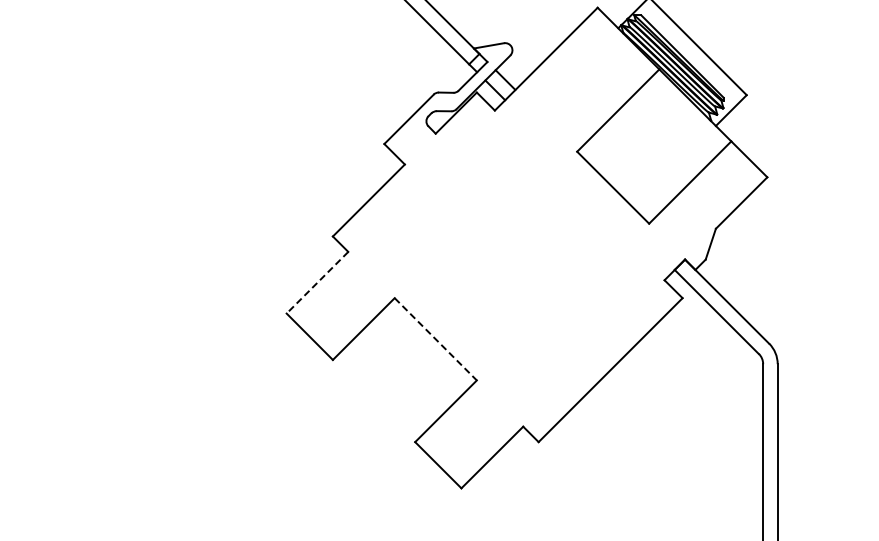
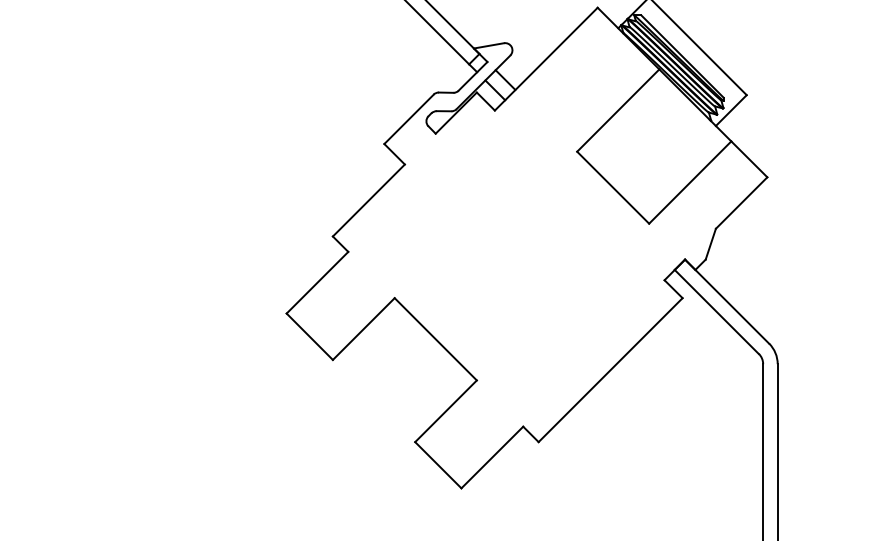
line at (317, 282): dashed -> solid
line at (436, 339): dashed -> solid
